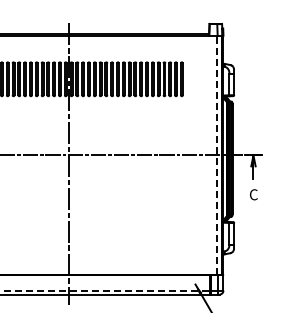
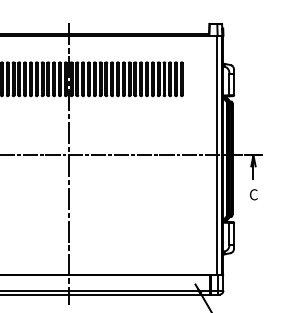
line at (217, 155): dashed -> solid
line at (105, 290): dashed -> solid
